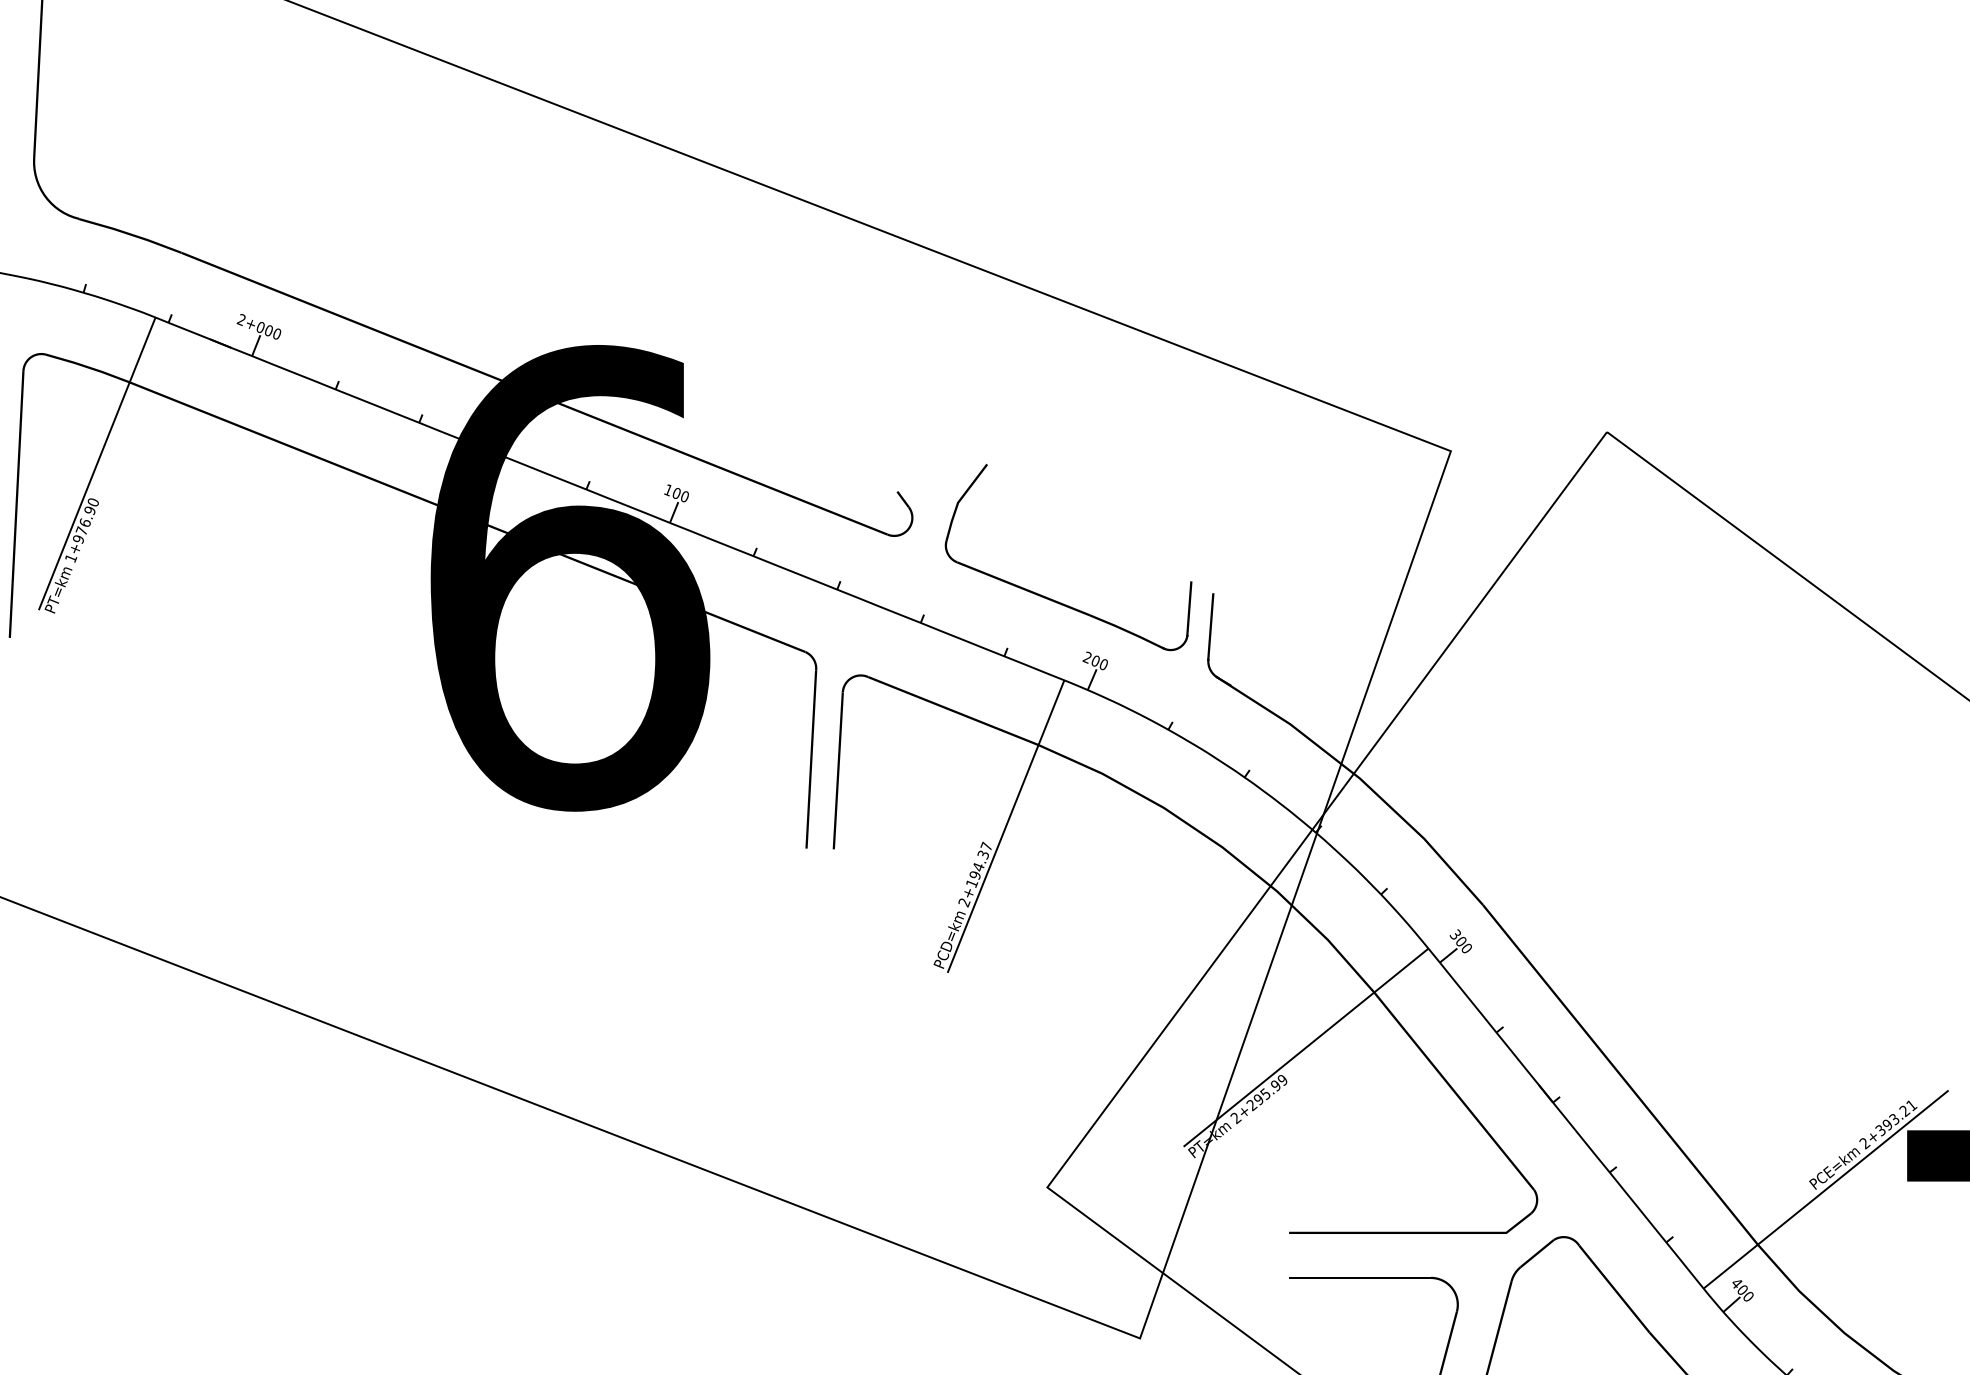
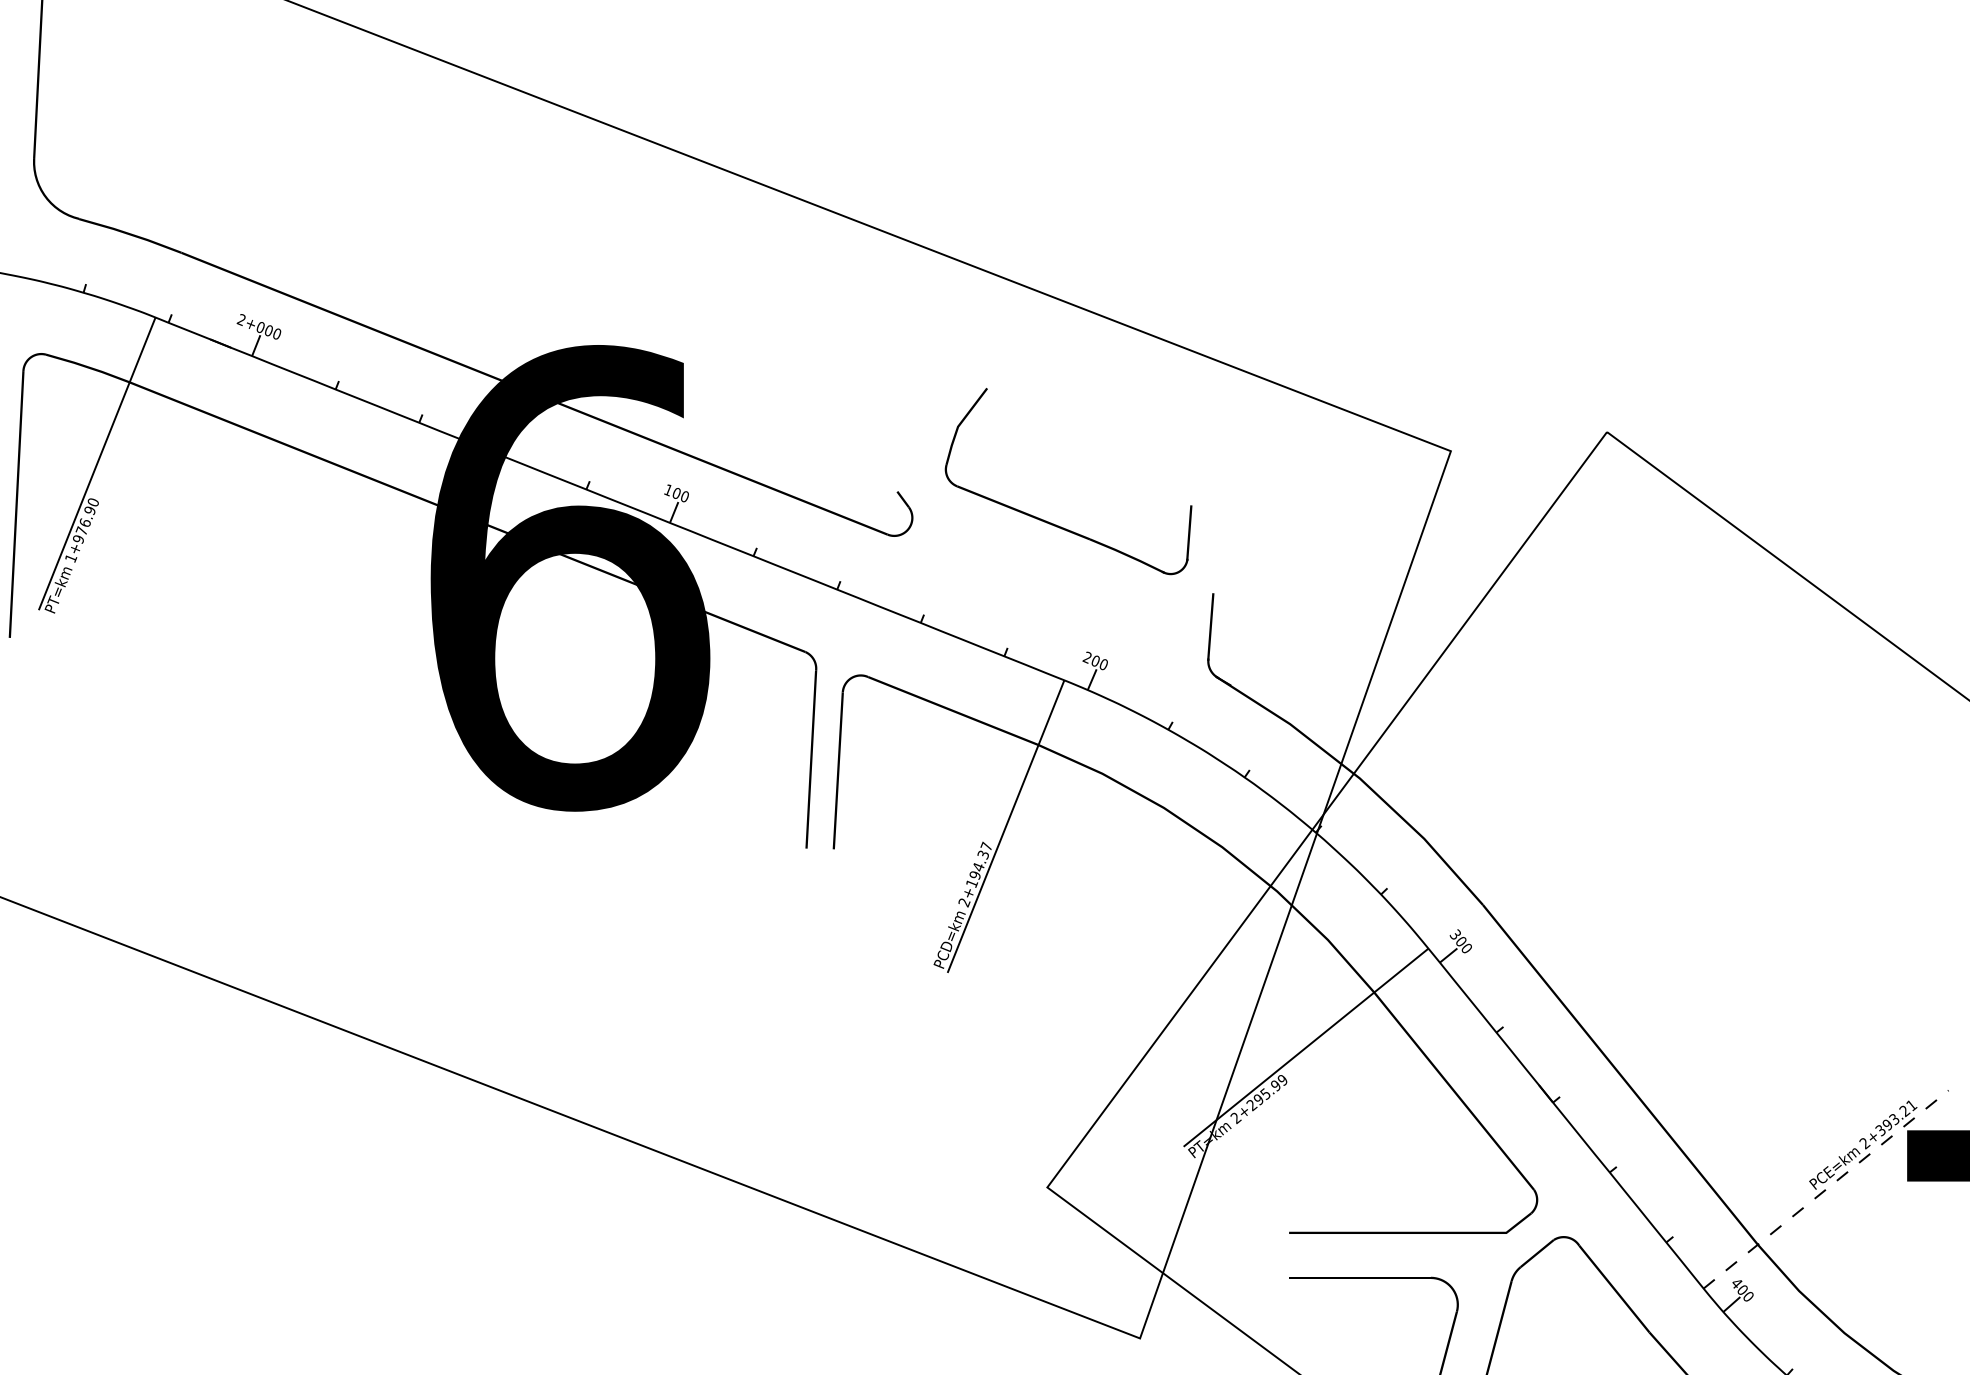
part at (1051, 598) position: (1051, 598) -> (1051, 522)
line at (1826, 1189): solid -> dashed
